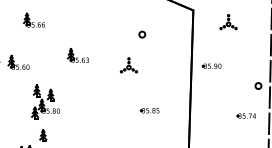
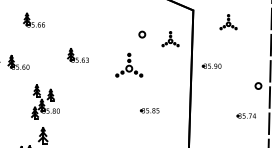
part at (170, 39): none -> present
part at (128, 65) size: 19x17 px -> 29x26 px
part at (43, 135) size: 9x13 px -> 11x18 px
